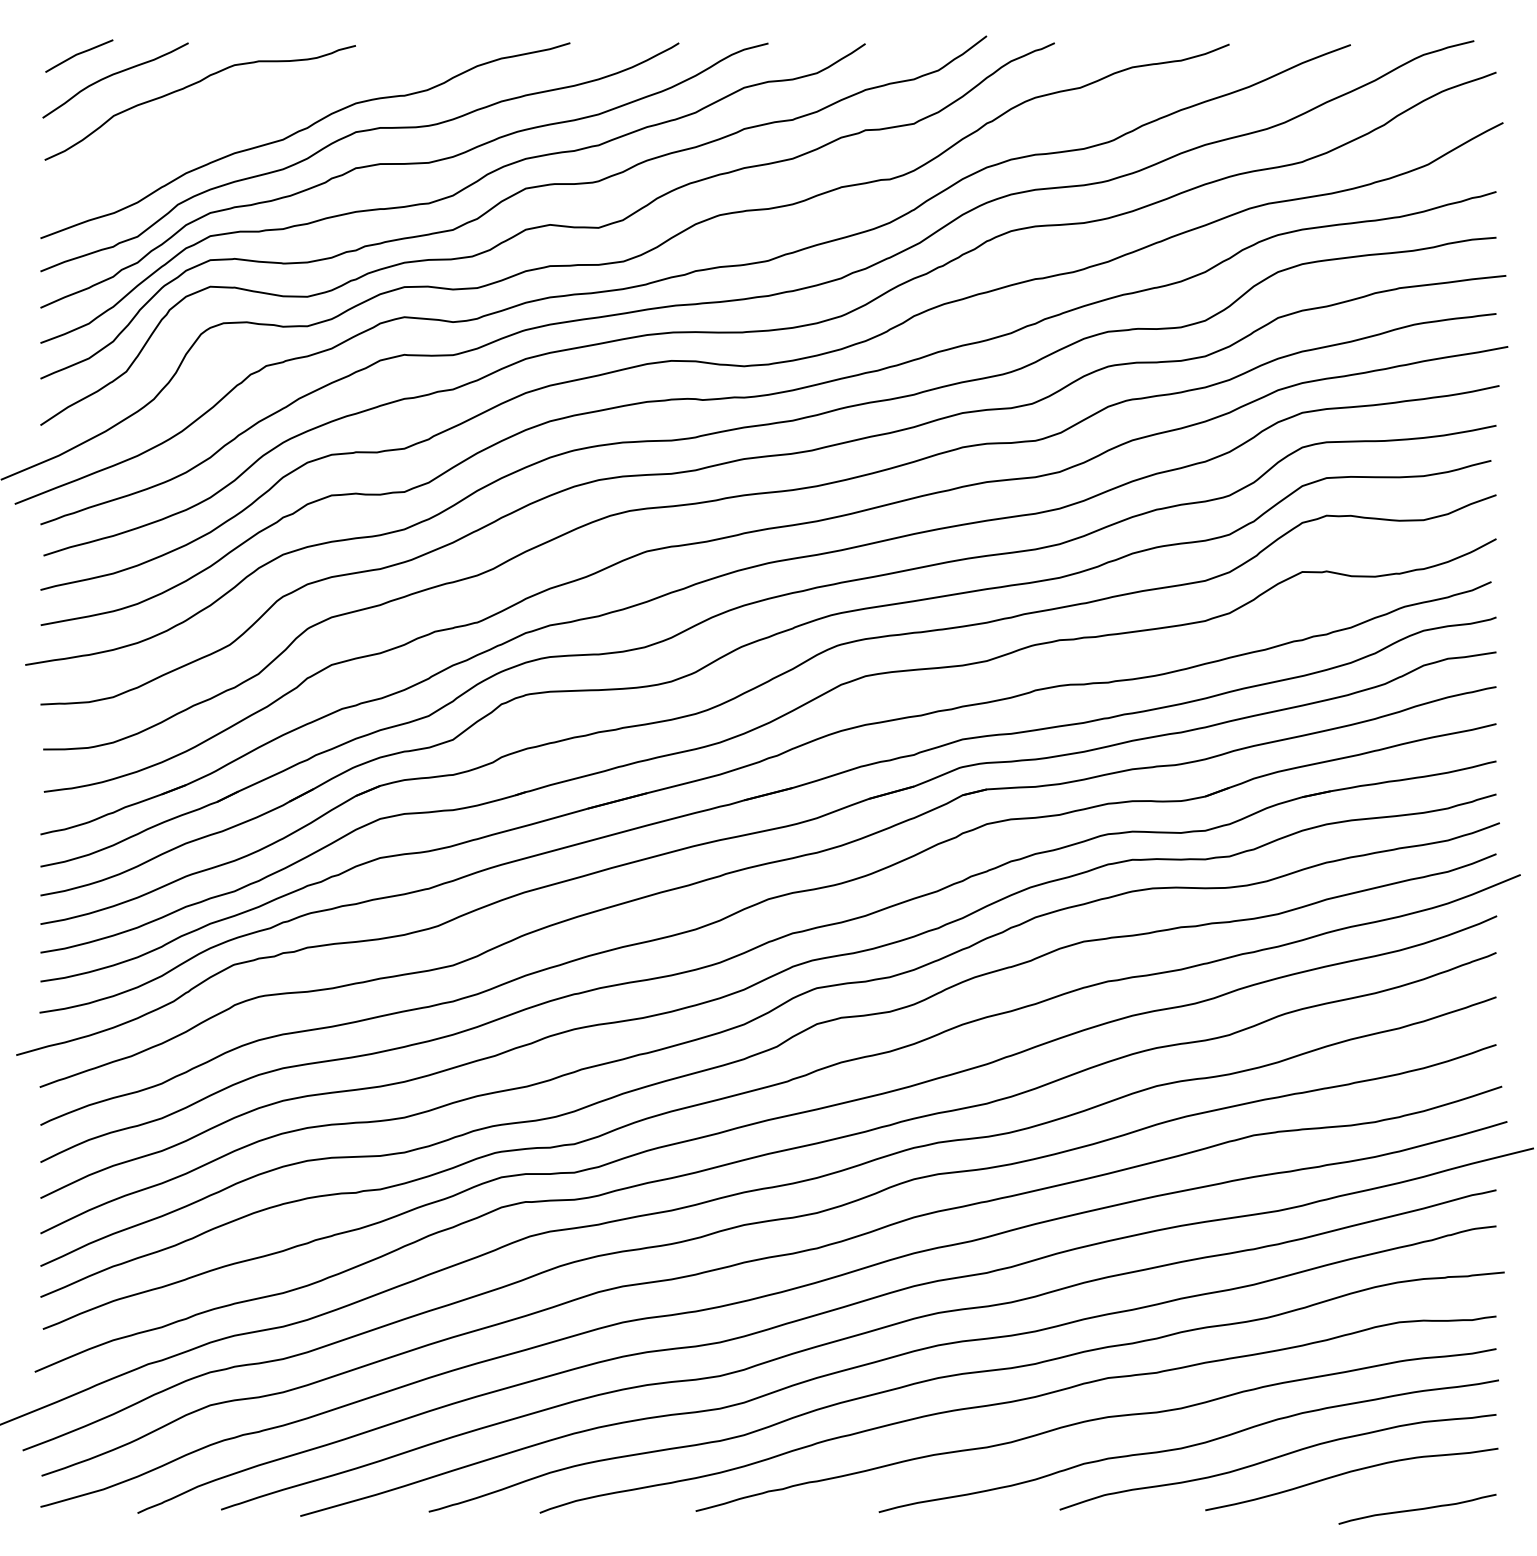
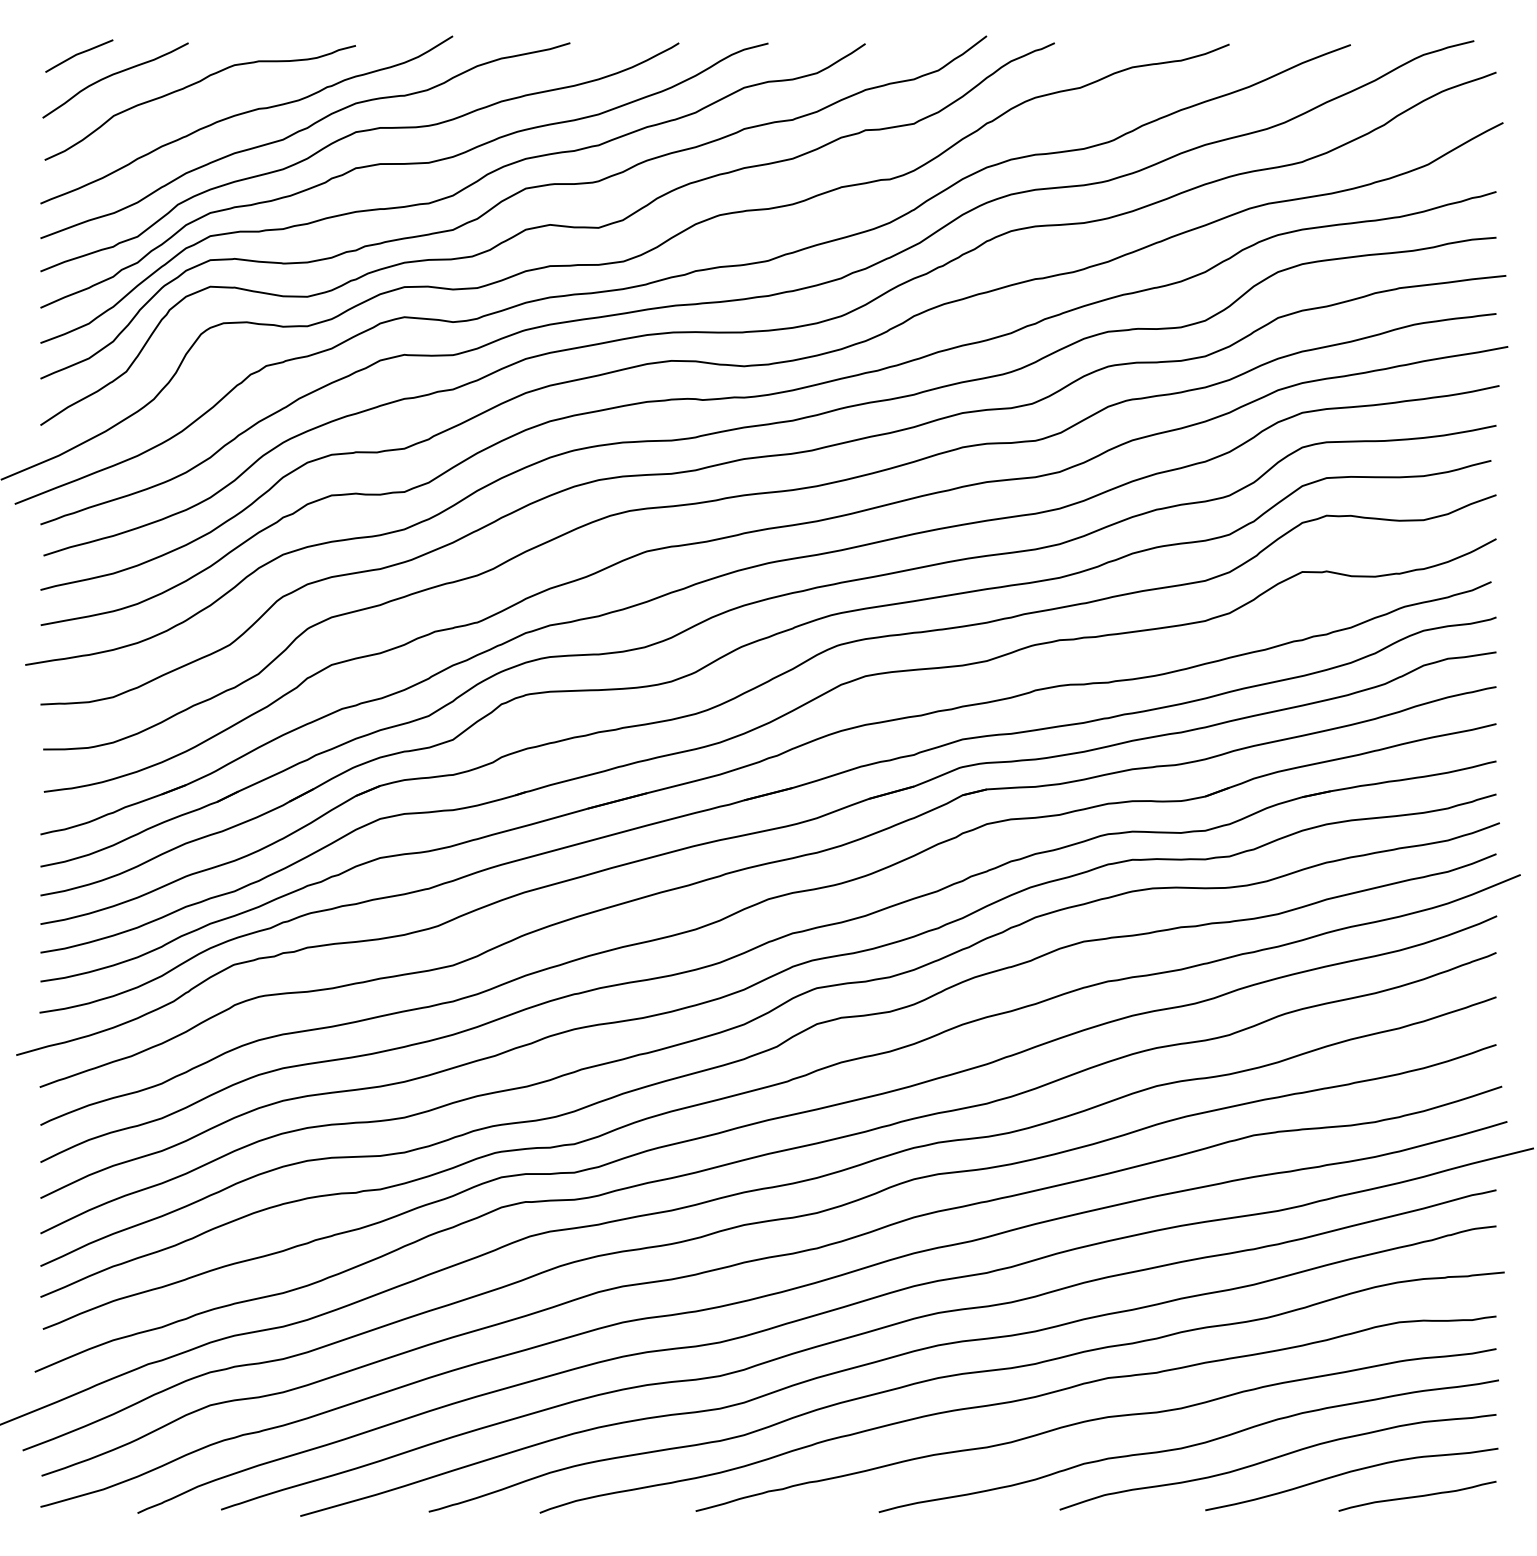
curve at (243, 114): none -> present
curve at (1417, 1508) position: (1417, 1508) -> (1417, 1495)
